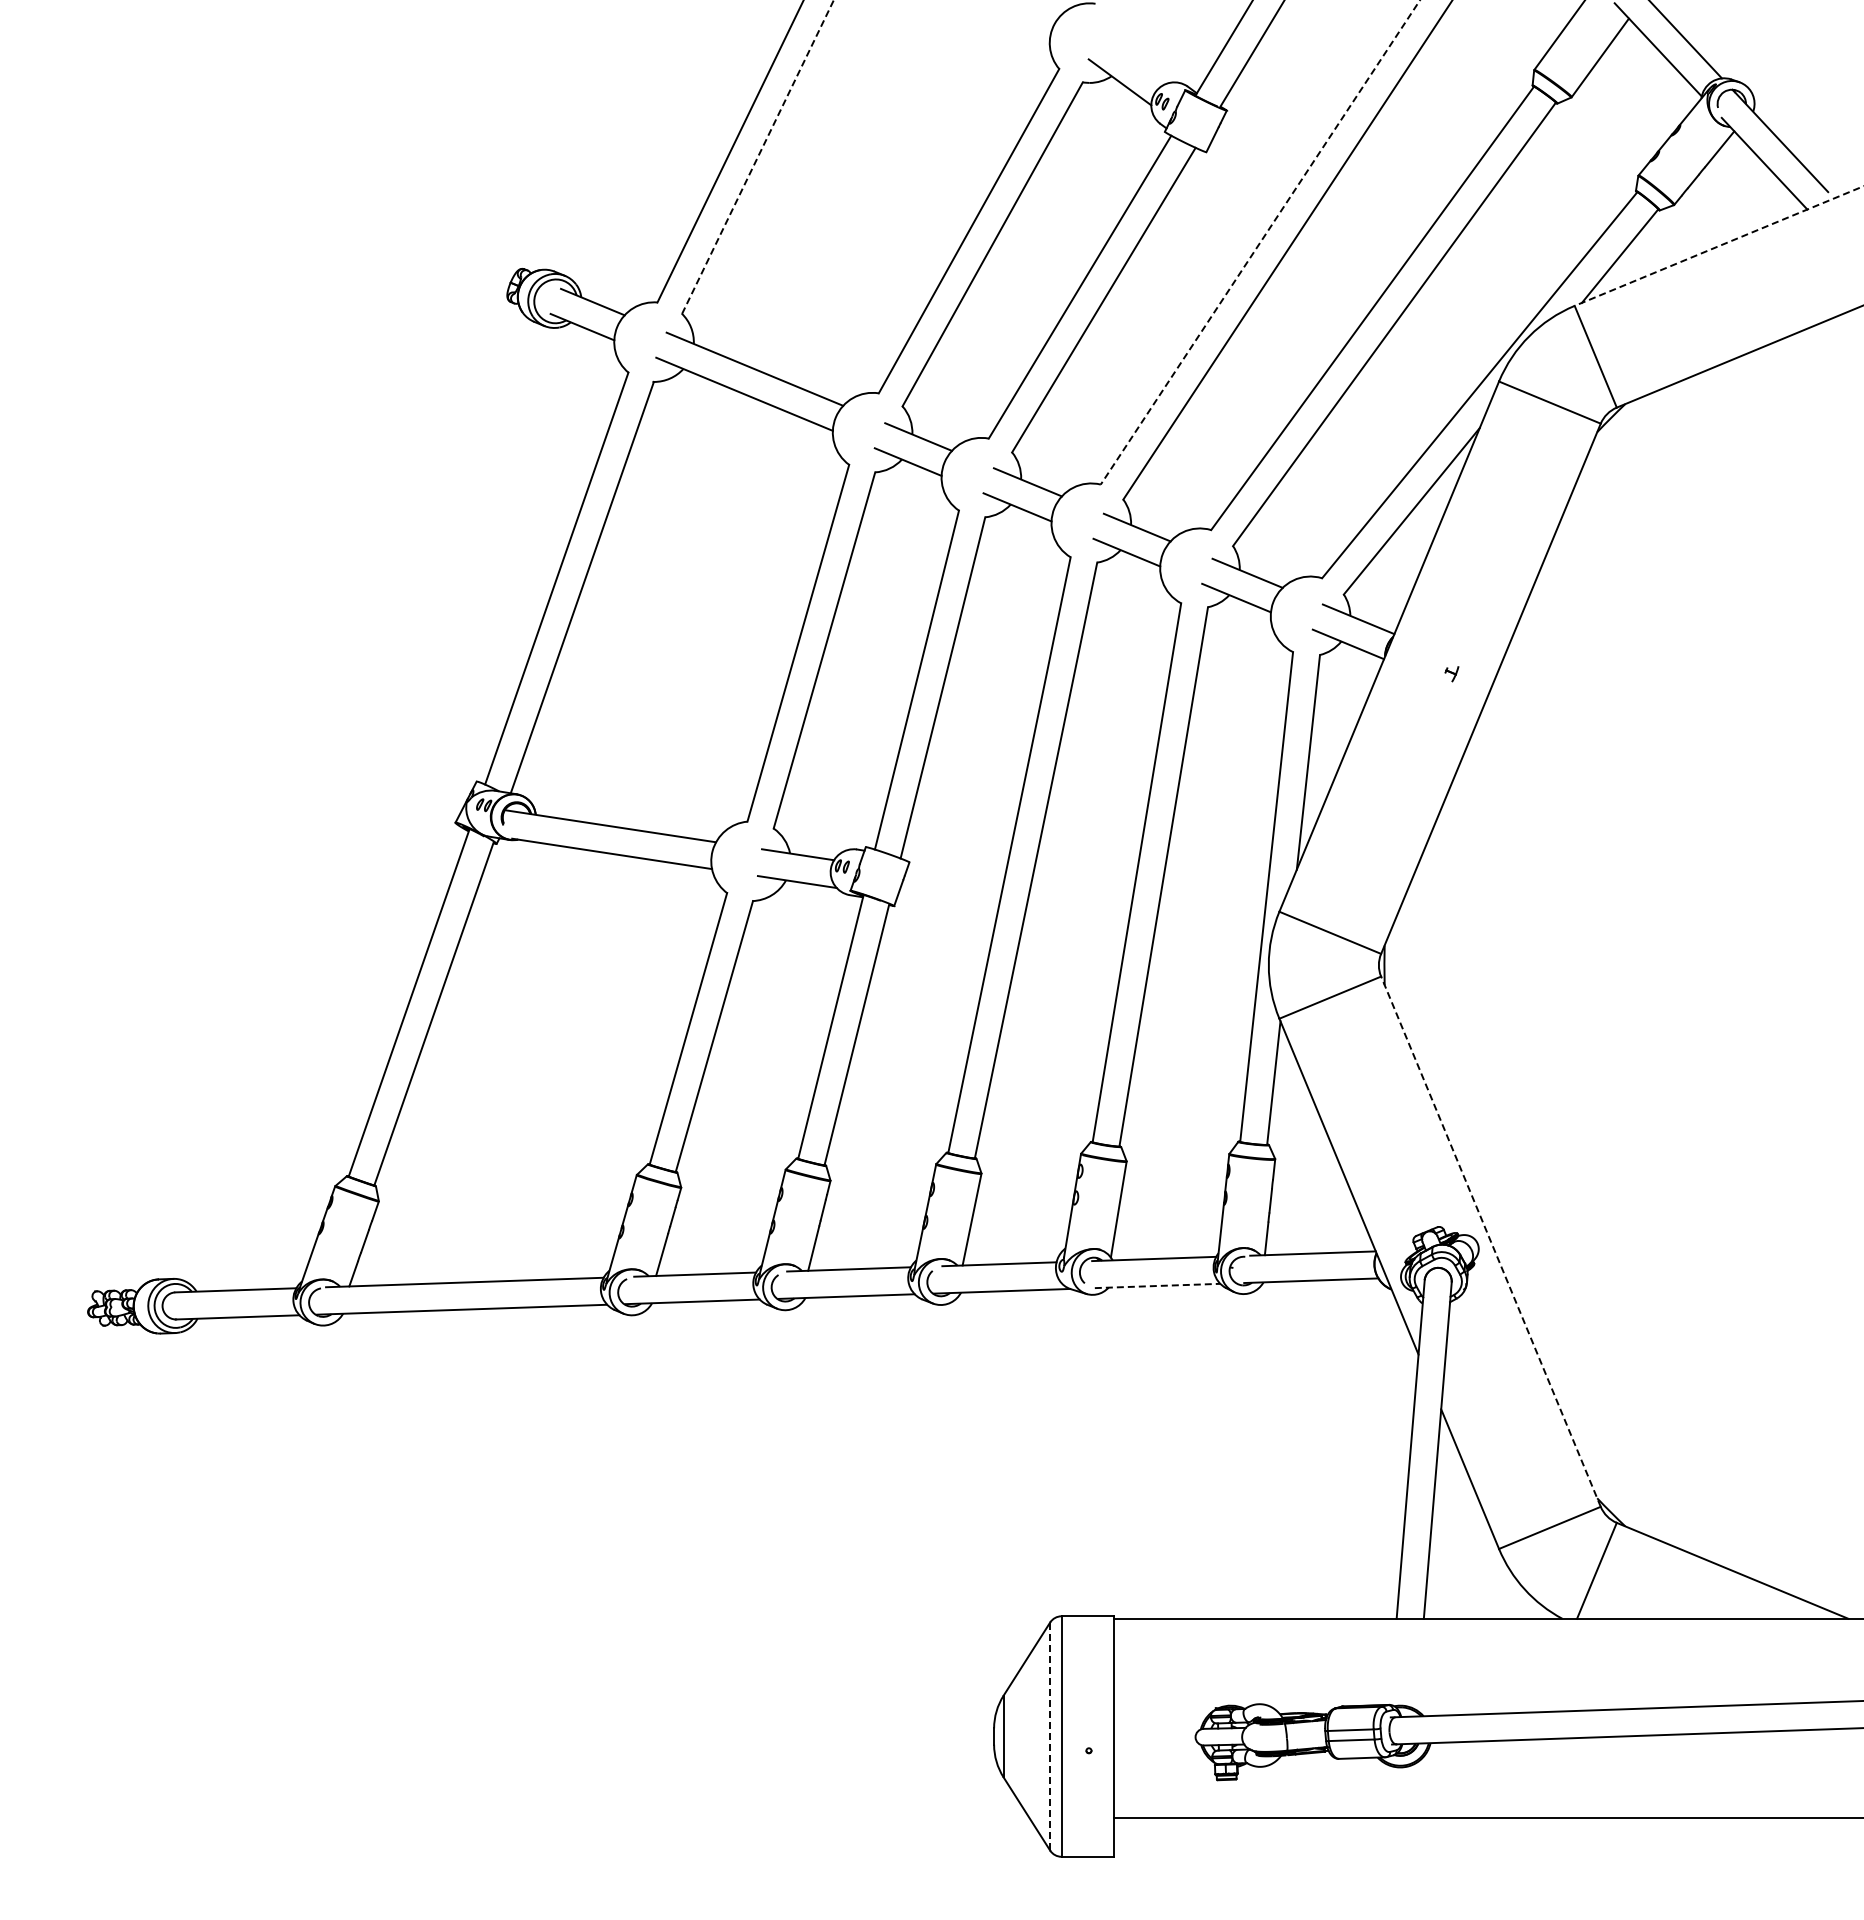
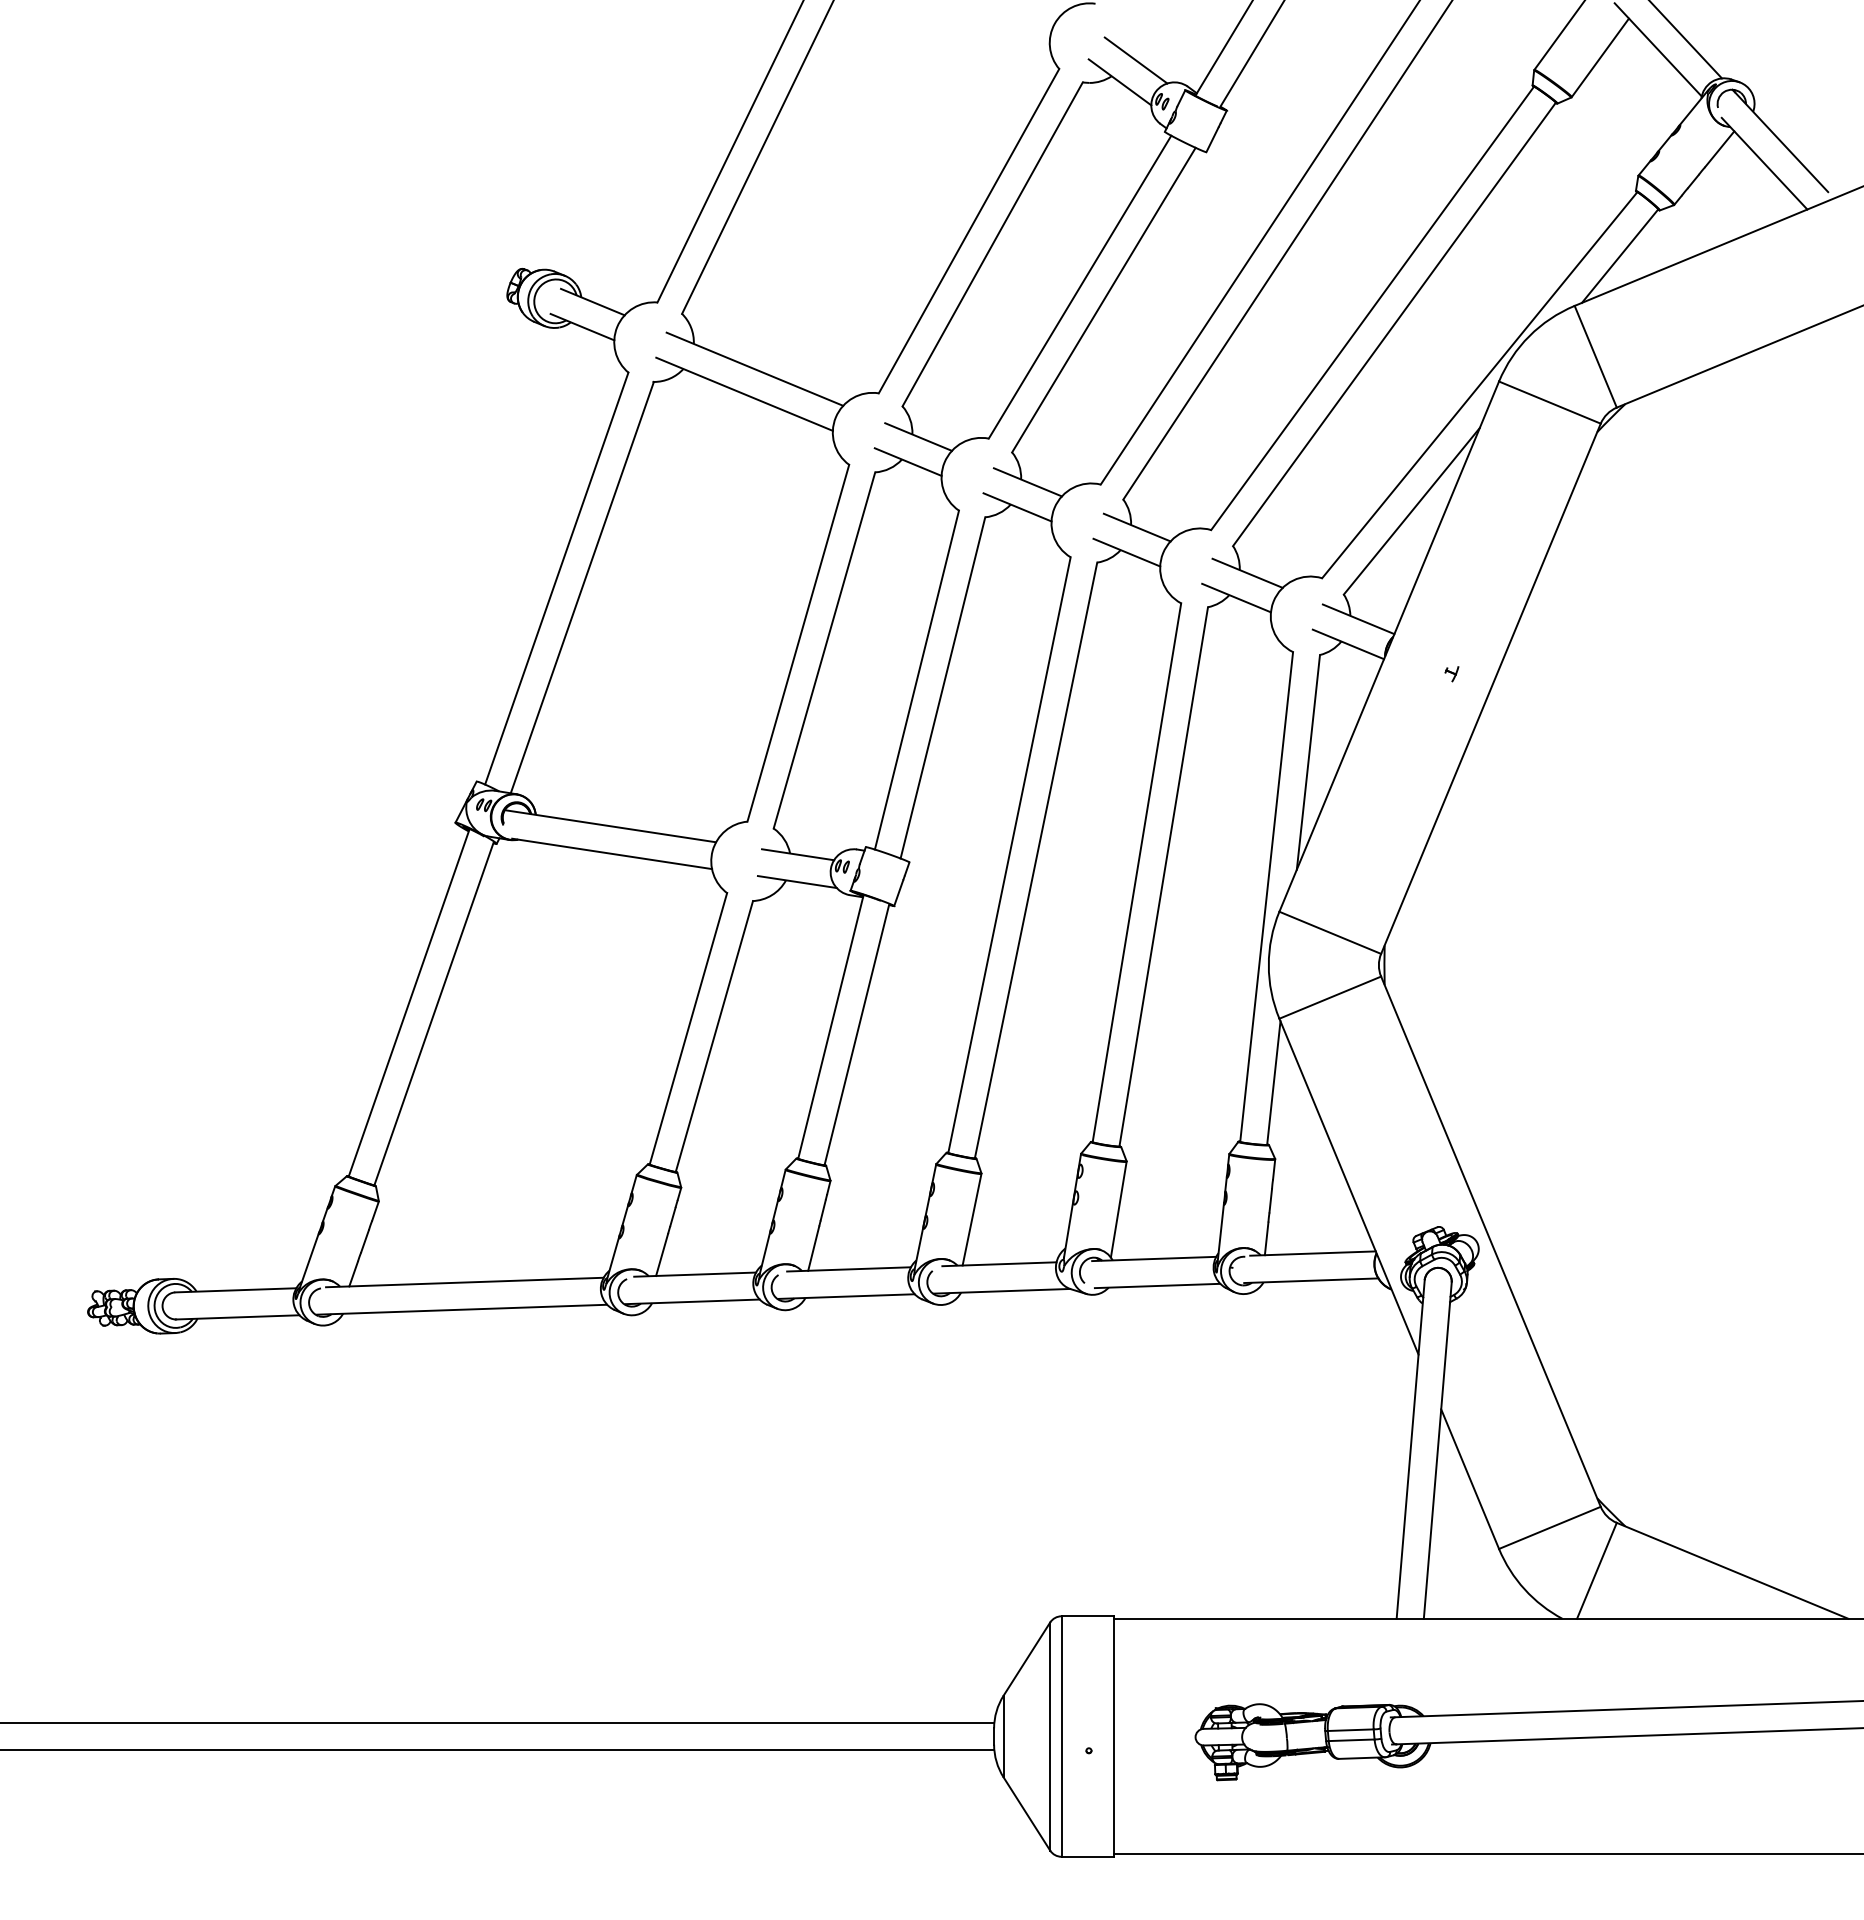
line at (1135, 60): none -> present
line at (757, 157): dashed -> solid
line at (1260, 242): dashed -> solid
line at (1718, 246): dashed -> solid
line at (1490, 1241): dashed -> solid
line at (1157, 1285): dashed -> solid
line at (498, 1723): none -> present
line at (1050, 1736): dashed -> solid
line at (498, 1750): none -> present
line at (1487, 1818) position: (1487, 1818) -> (1487, 1854)
